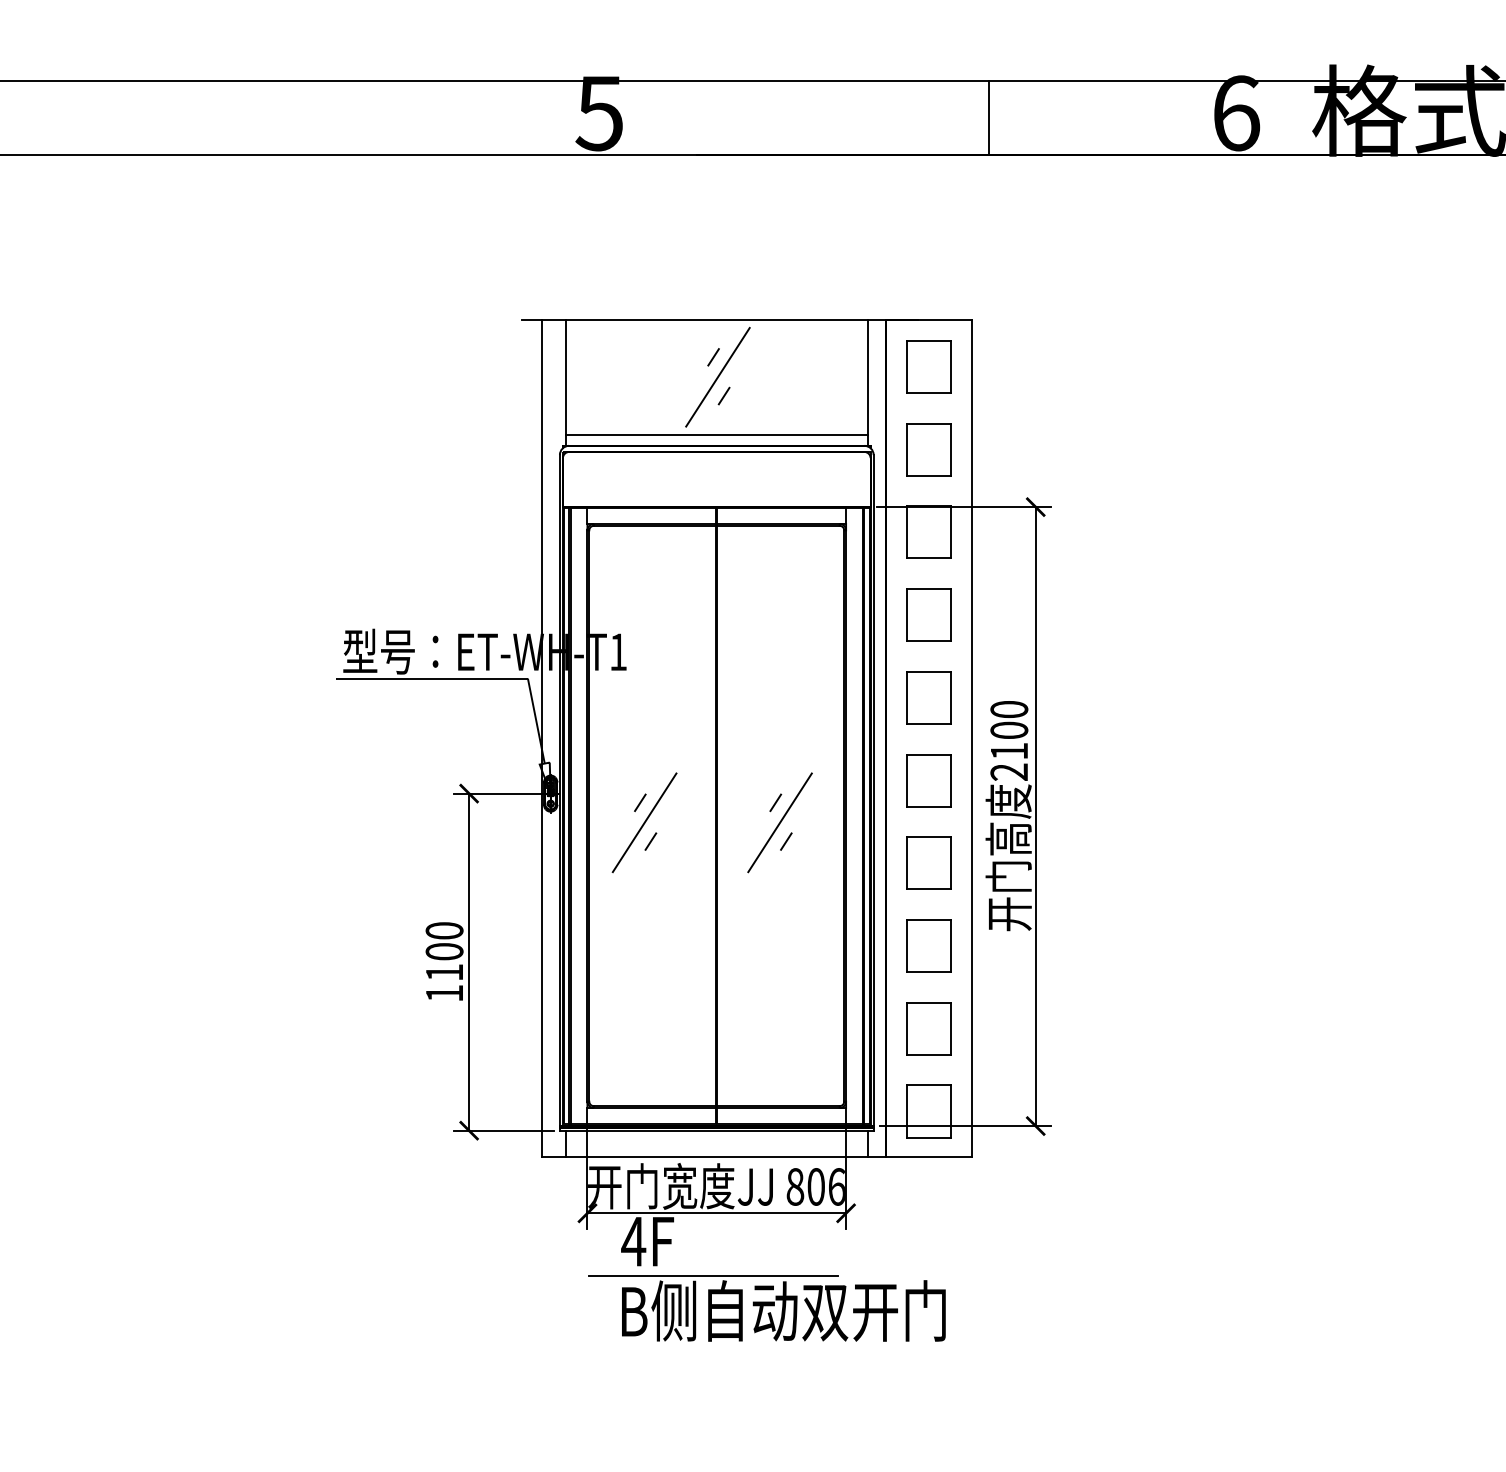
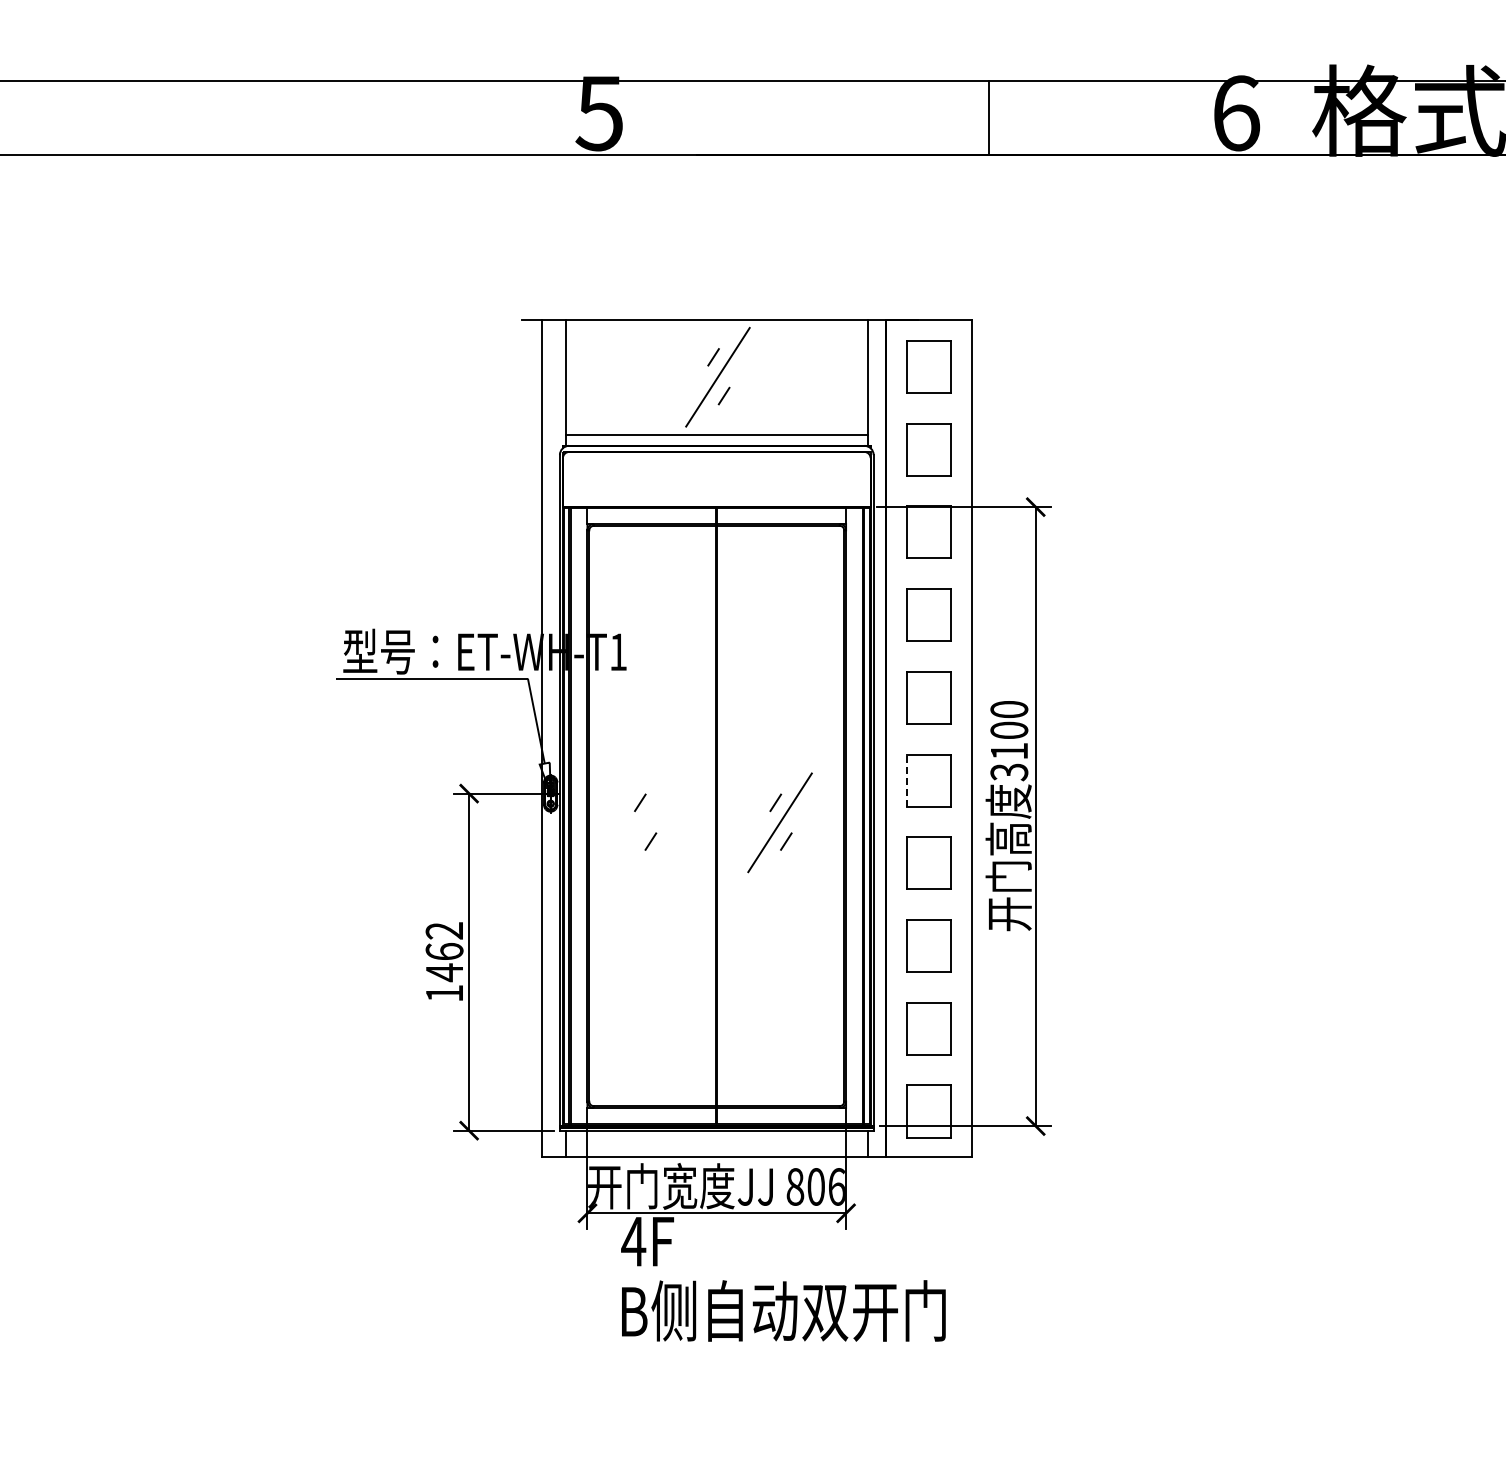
text at (1009, 772): 2100 -> 3100
line at (906, 780): solid -> dashed
line at (644, 822): present -> none
text at (444, 952): 1100 -> 1462
line at (713, 1276): present -> none
